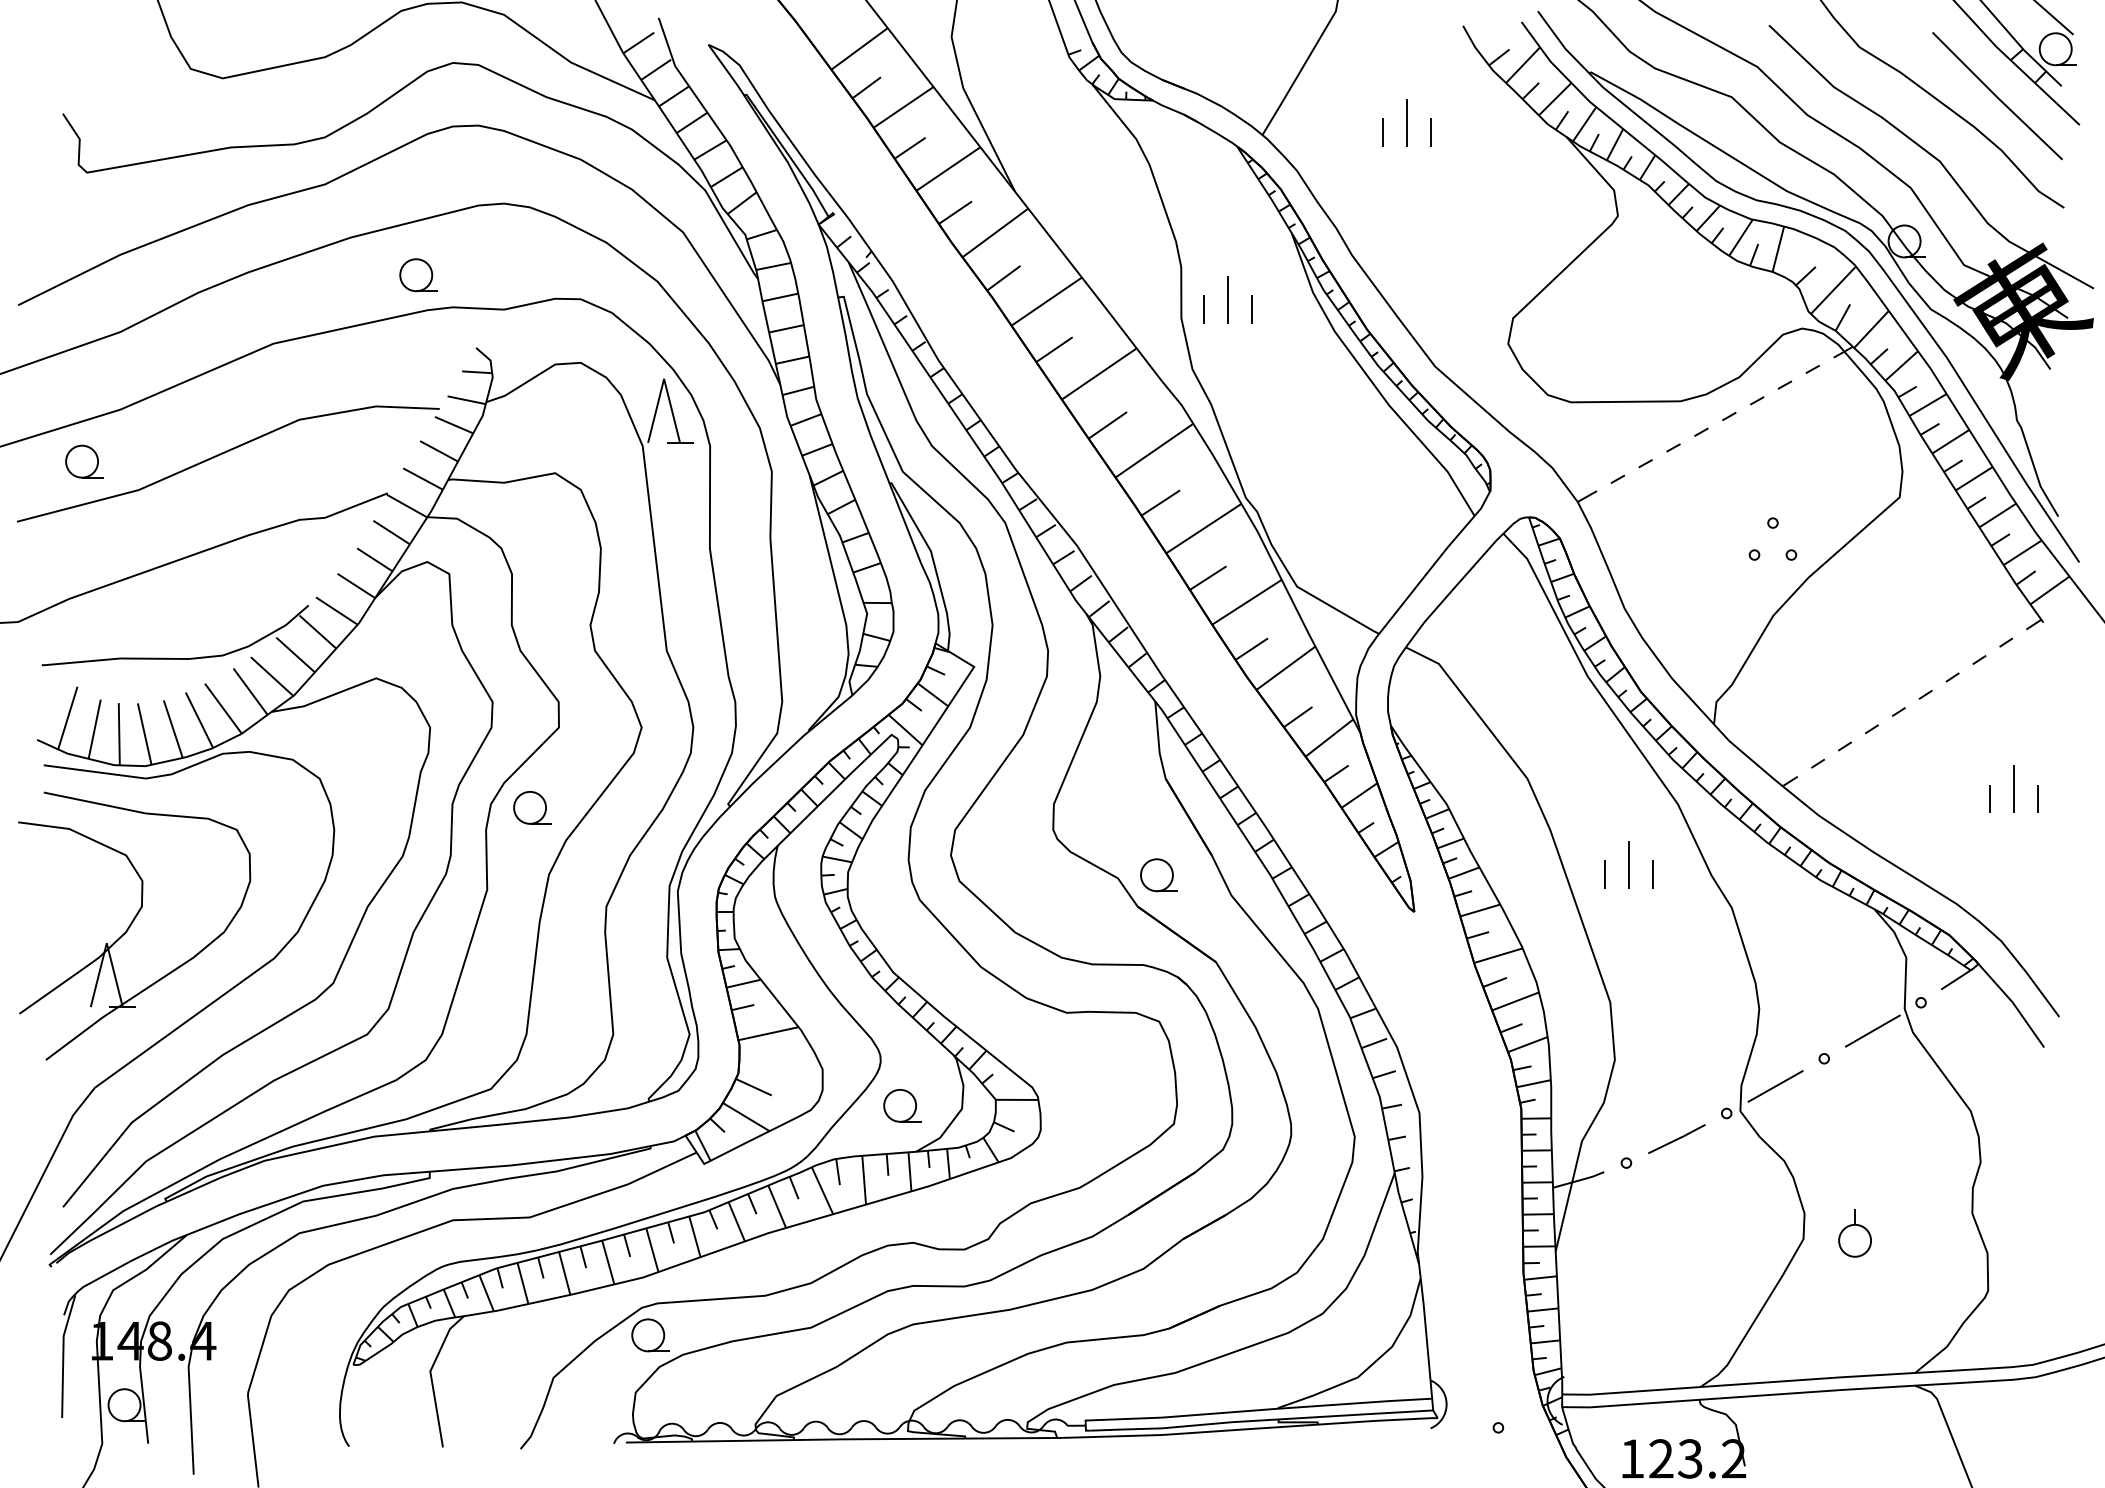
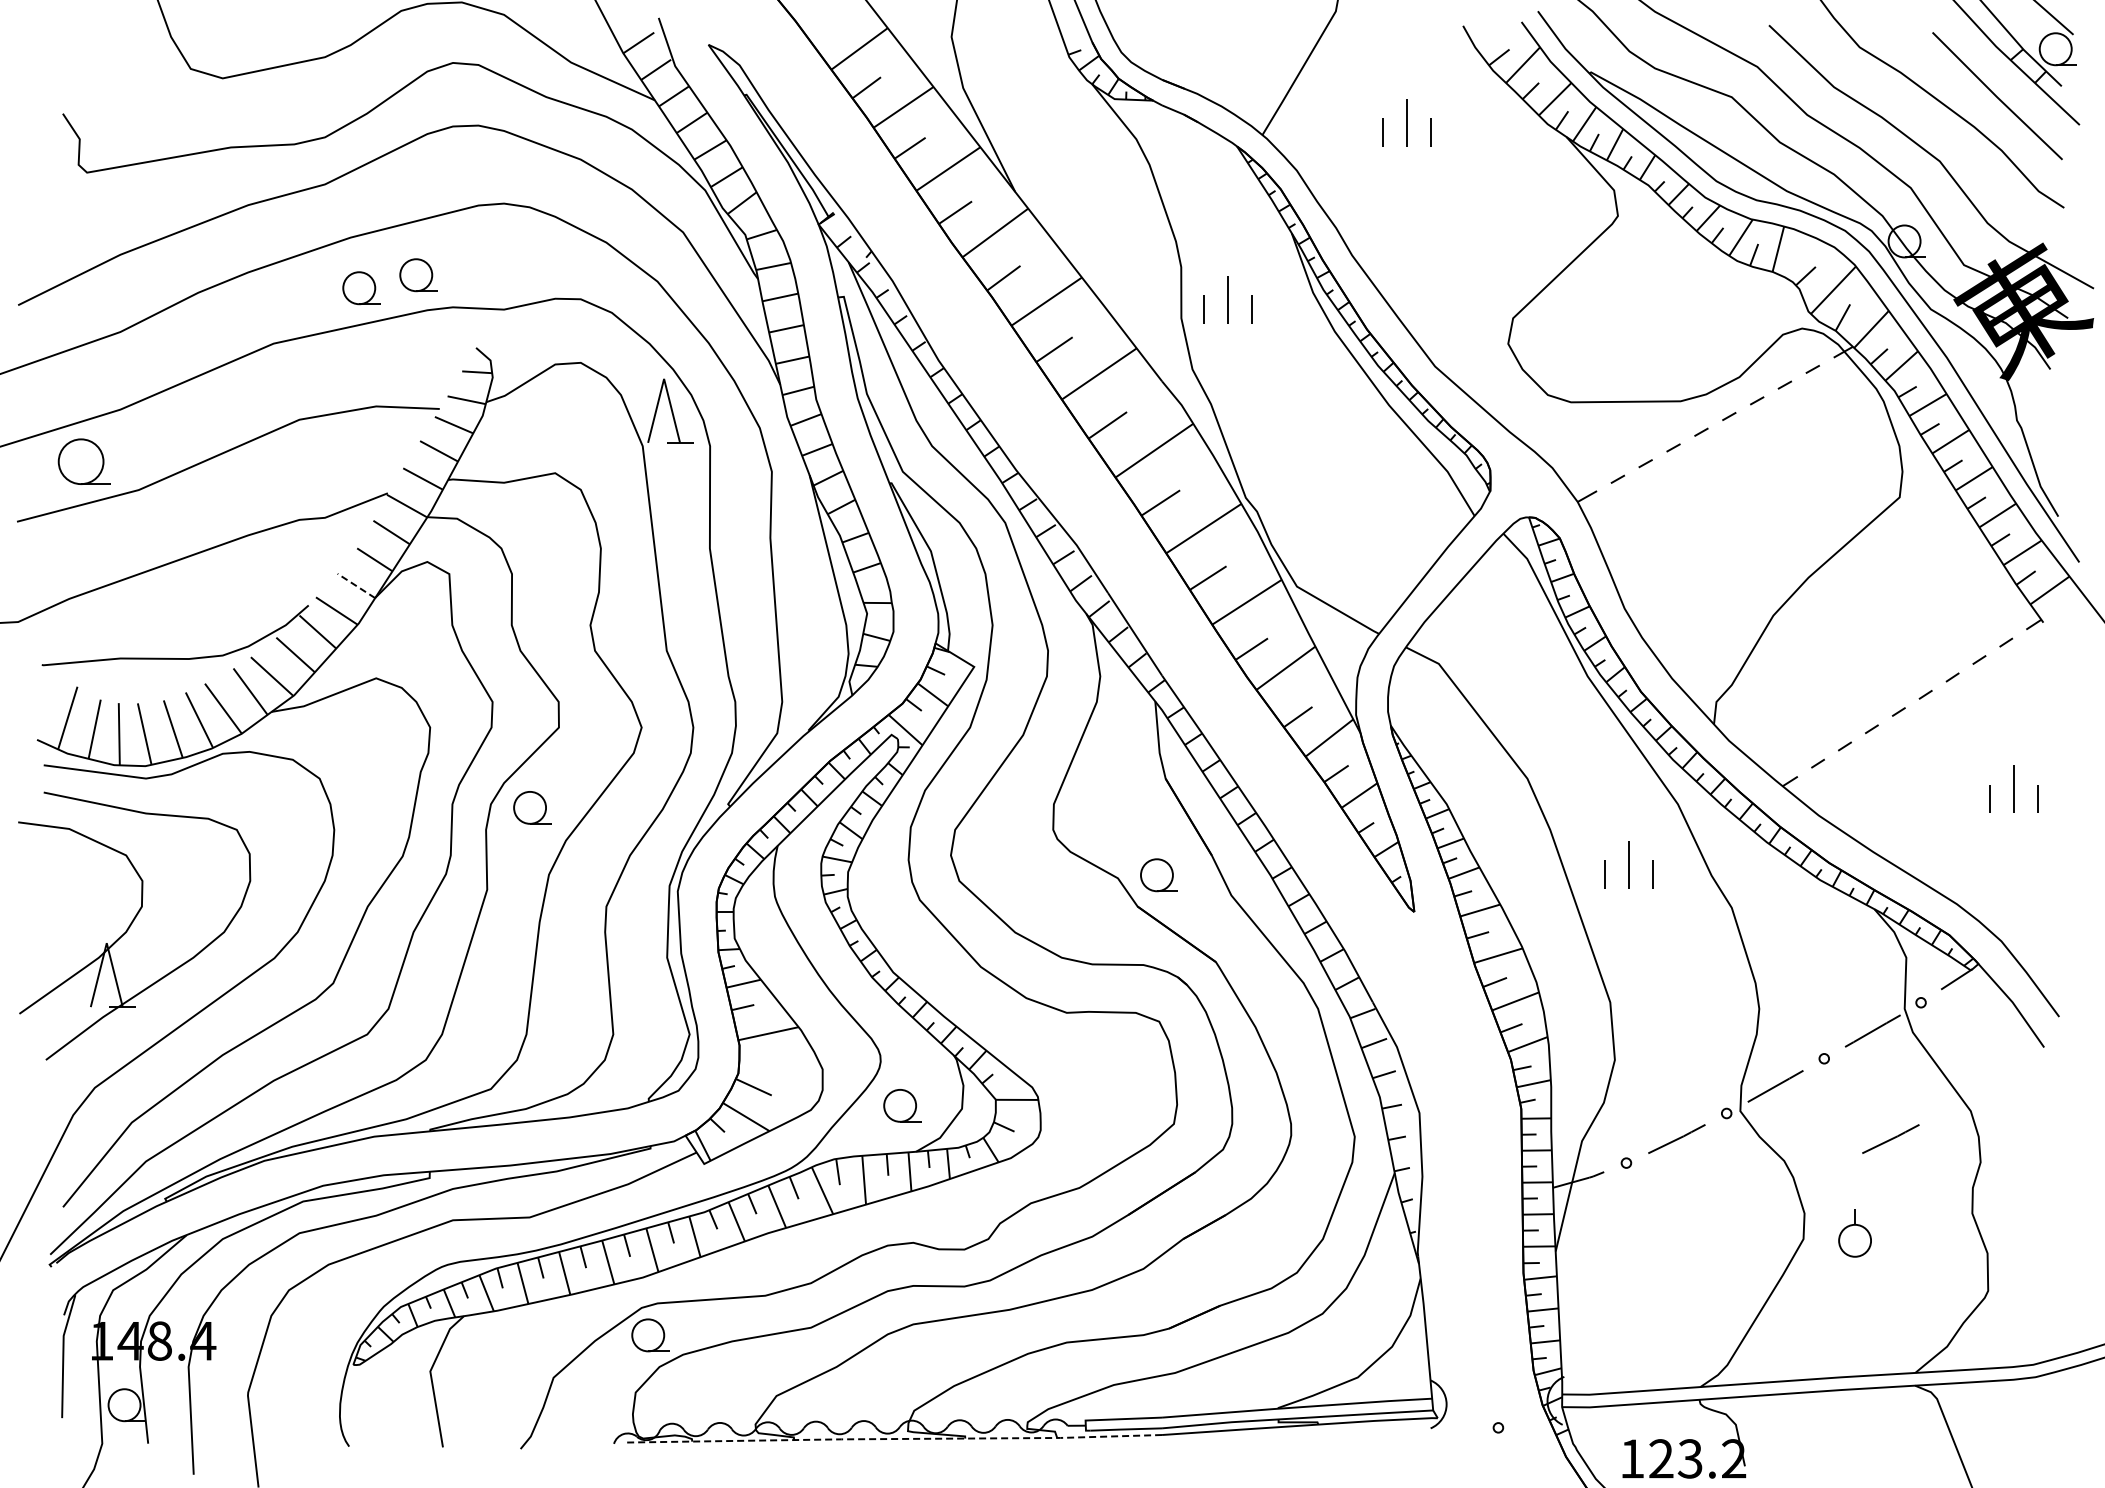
part at (361, 288): none -> present
part at (84, 461) size: 39x35 px -> 54x47 px
part at (1772, 528): present -> none
line at (356, 585): solid -> dashed
line at (1890, 1138): none -> present
line at (893, 1439): solid -> dashed
